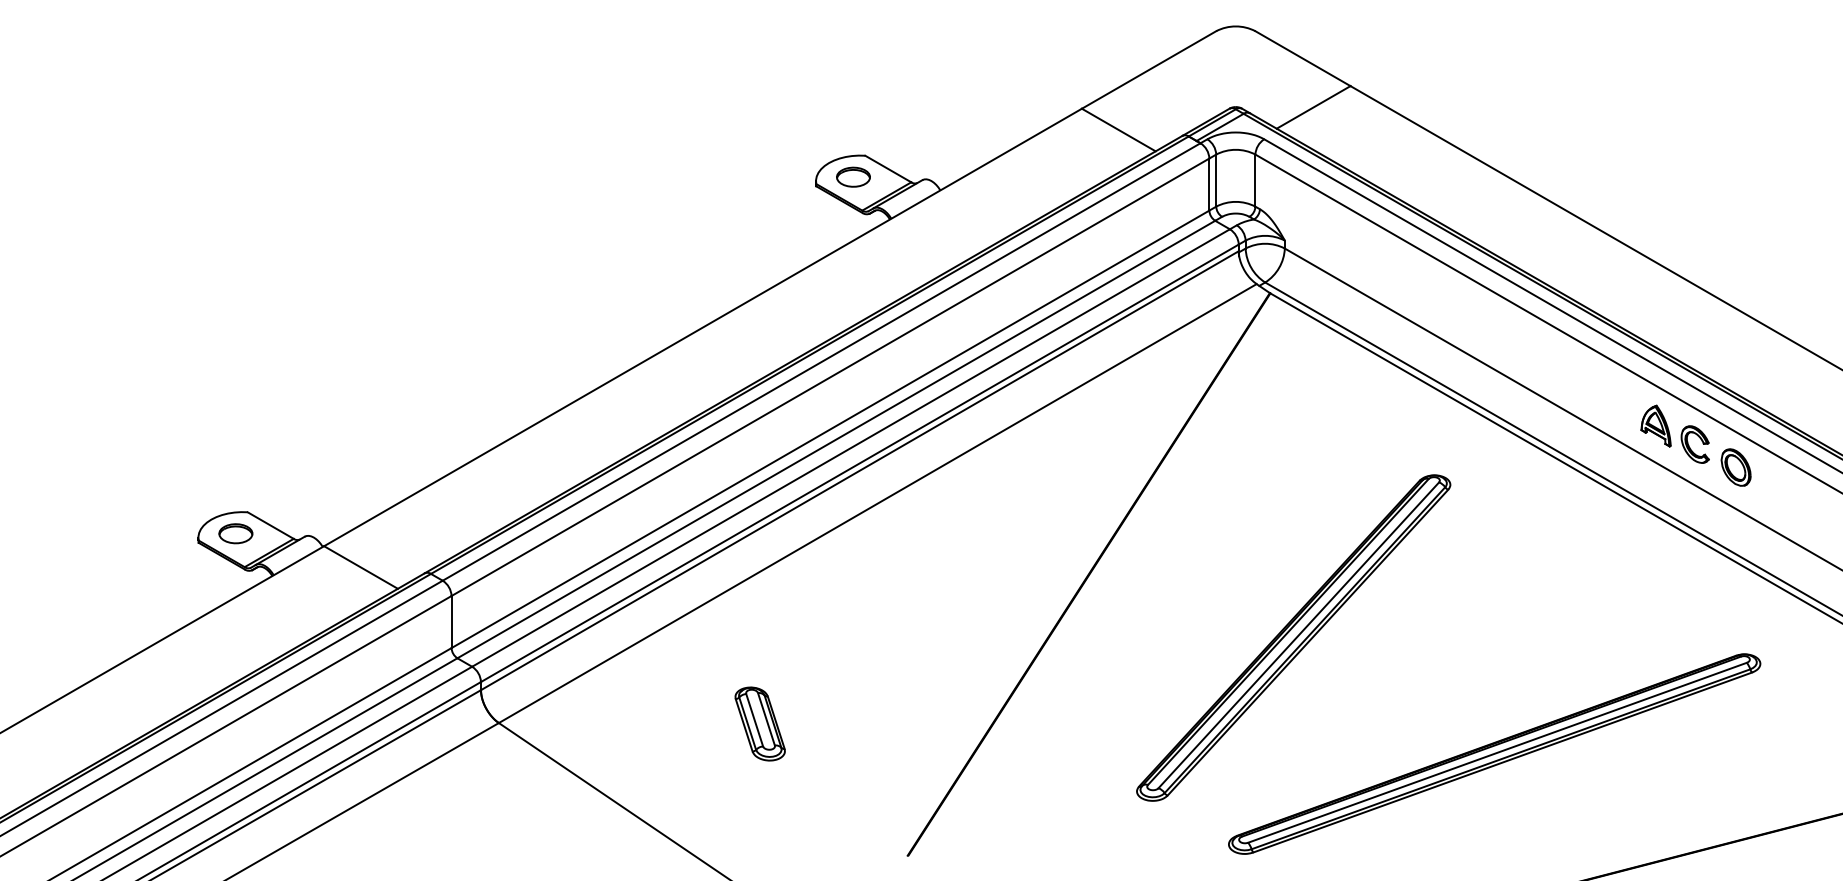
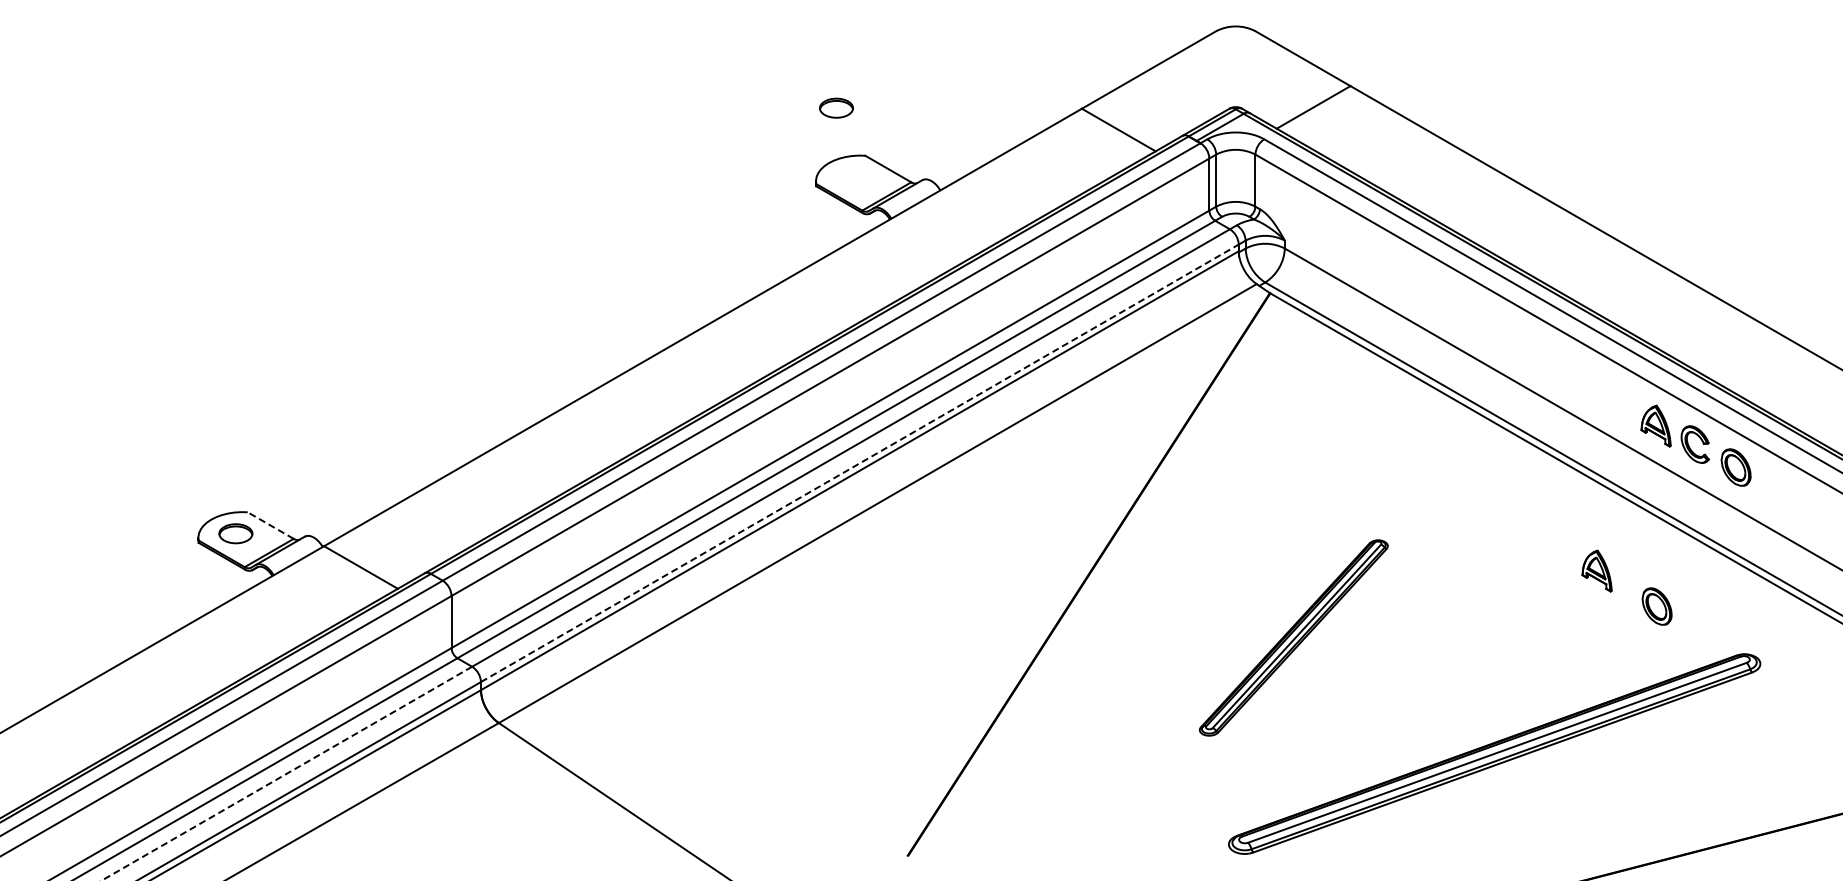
part at (853, 176) position: (853, 176) -> (836, 107)
line at (860, 463): solid -> dashed
line at (270, 525): solid -> dashed
part at (1596, 570): none -> present
part at (1656, 606): none -> present
part at (1293, 637) size: 316x328 px -> 190x198 px
part at (759, 723): present -> none
line at (286, 773): solid -> dashed
